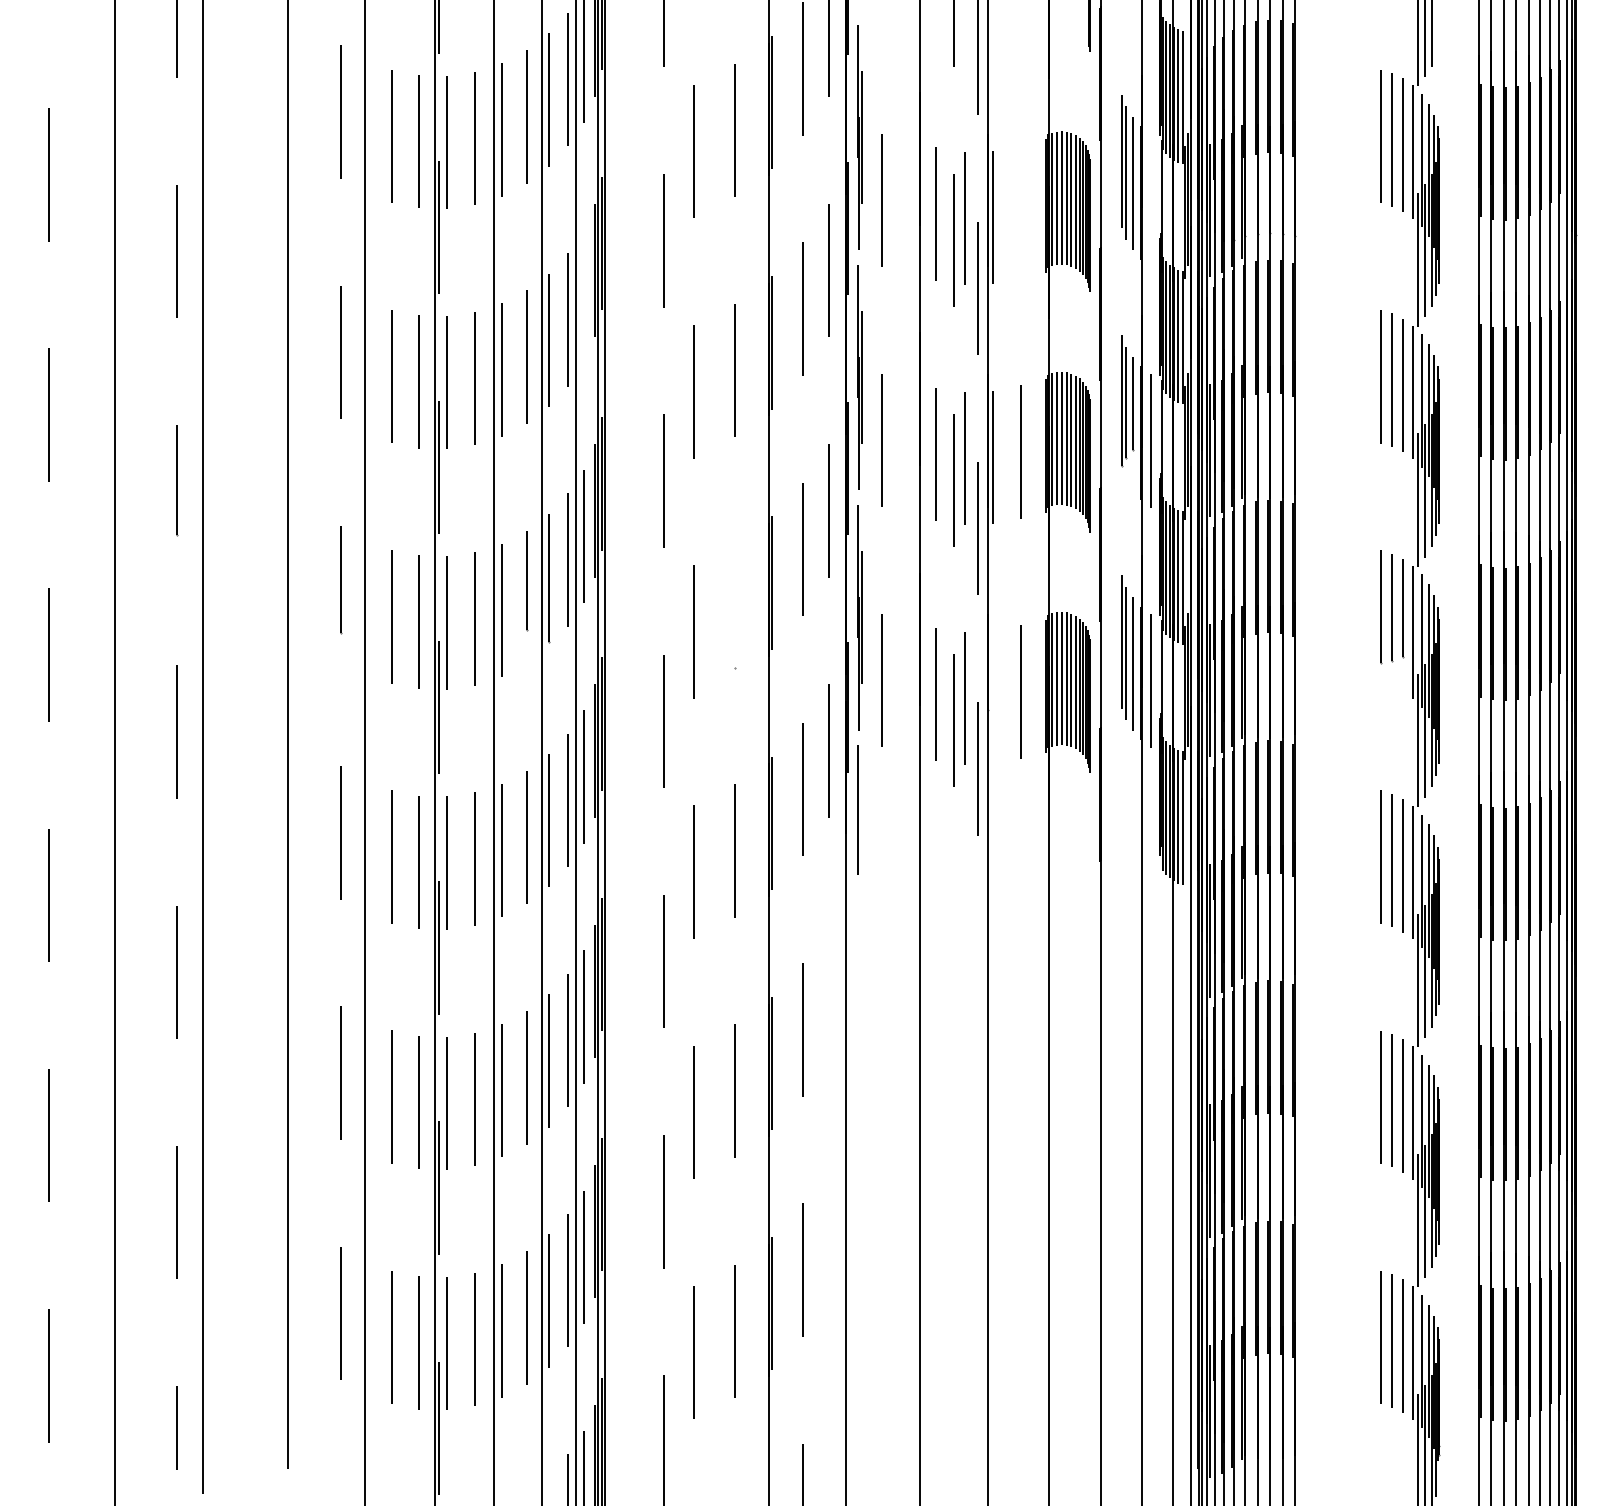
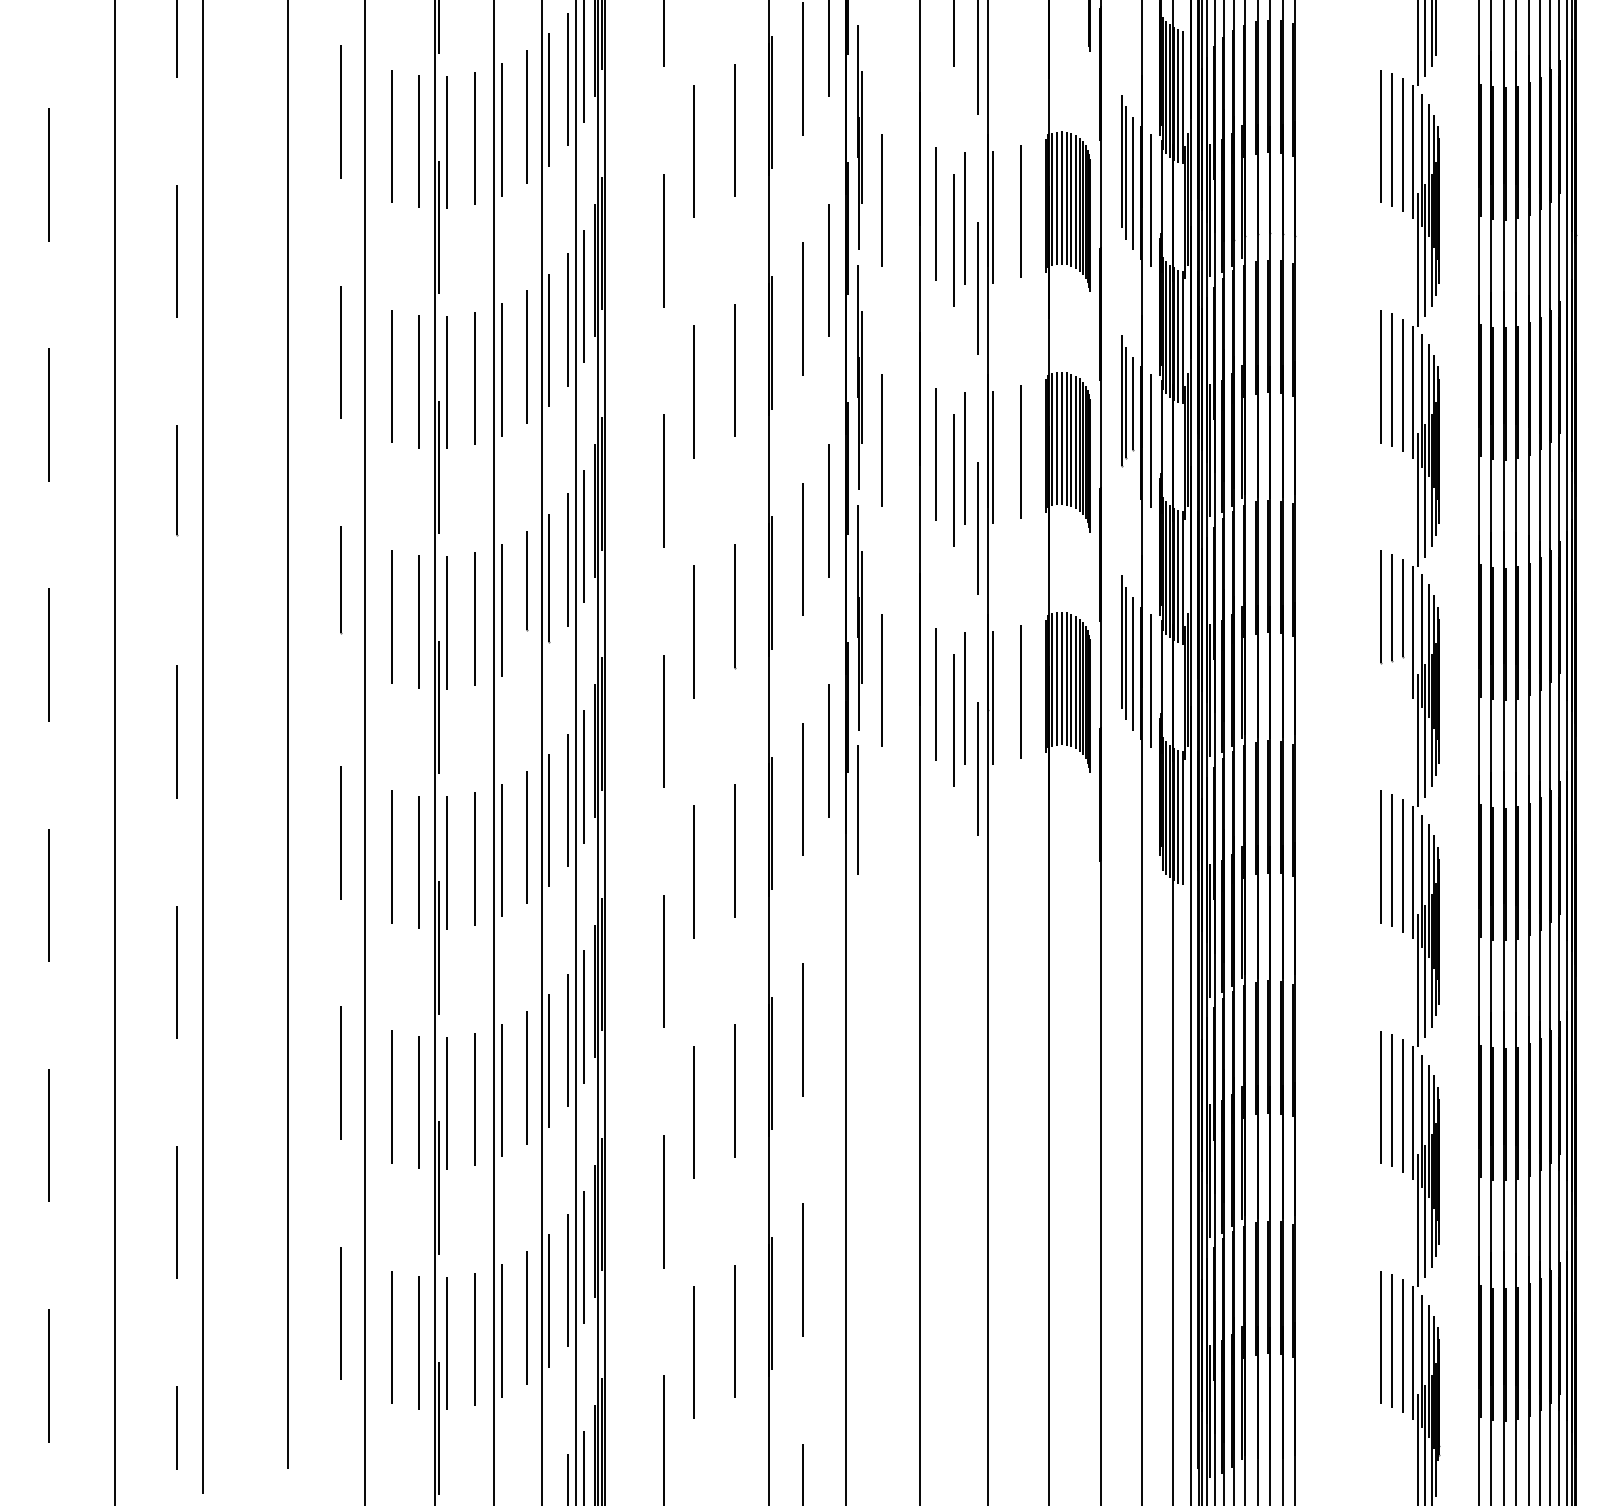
line at (1436, 28): none -> present
line at (1150, 200): none -> present
line at (1021, 211): none -> present
line at (584, 296): none -> present
line at (734, 605): none -> present
line at (993, 697): none -> present
